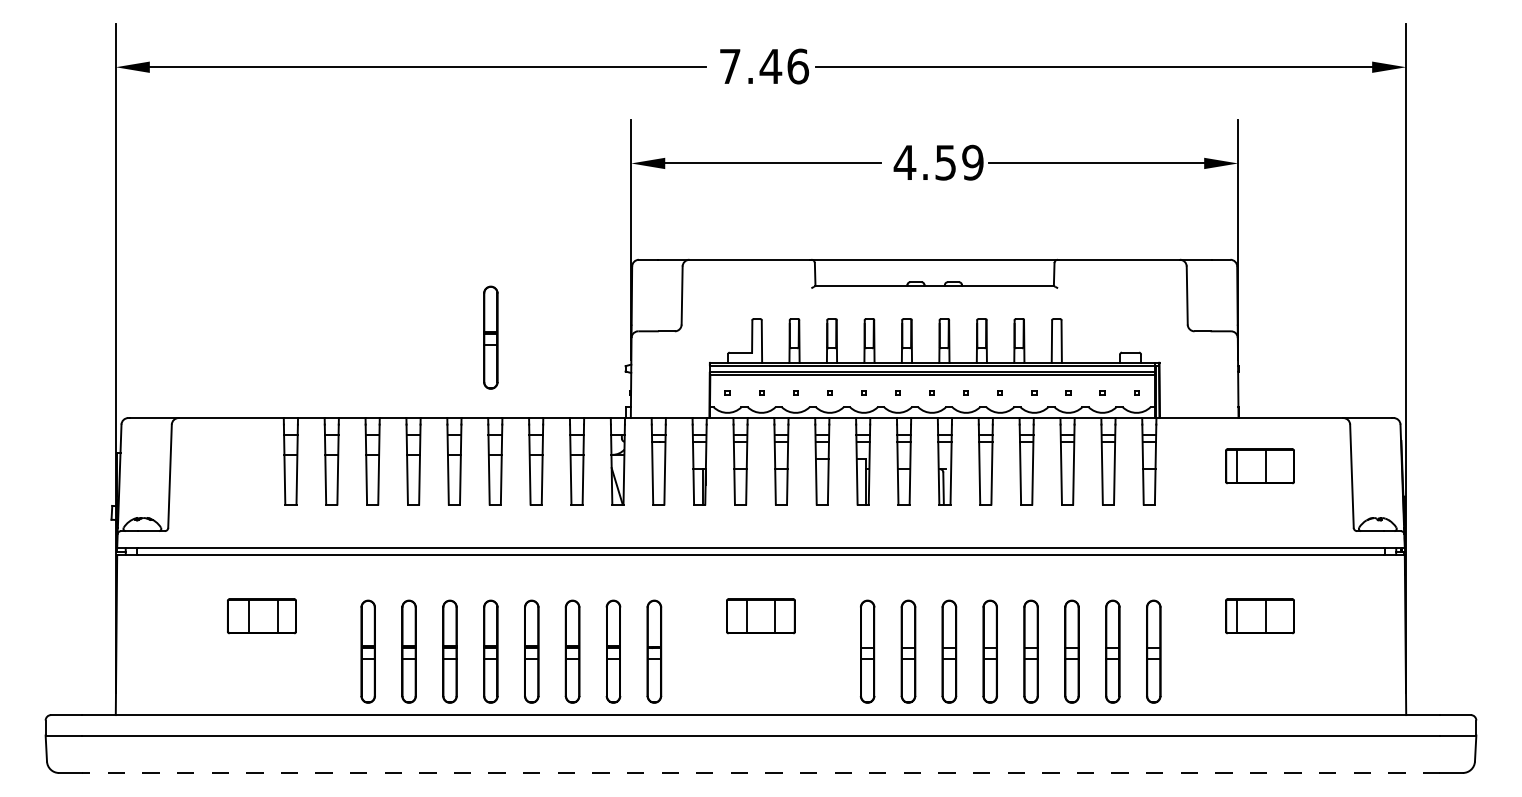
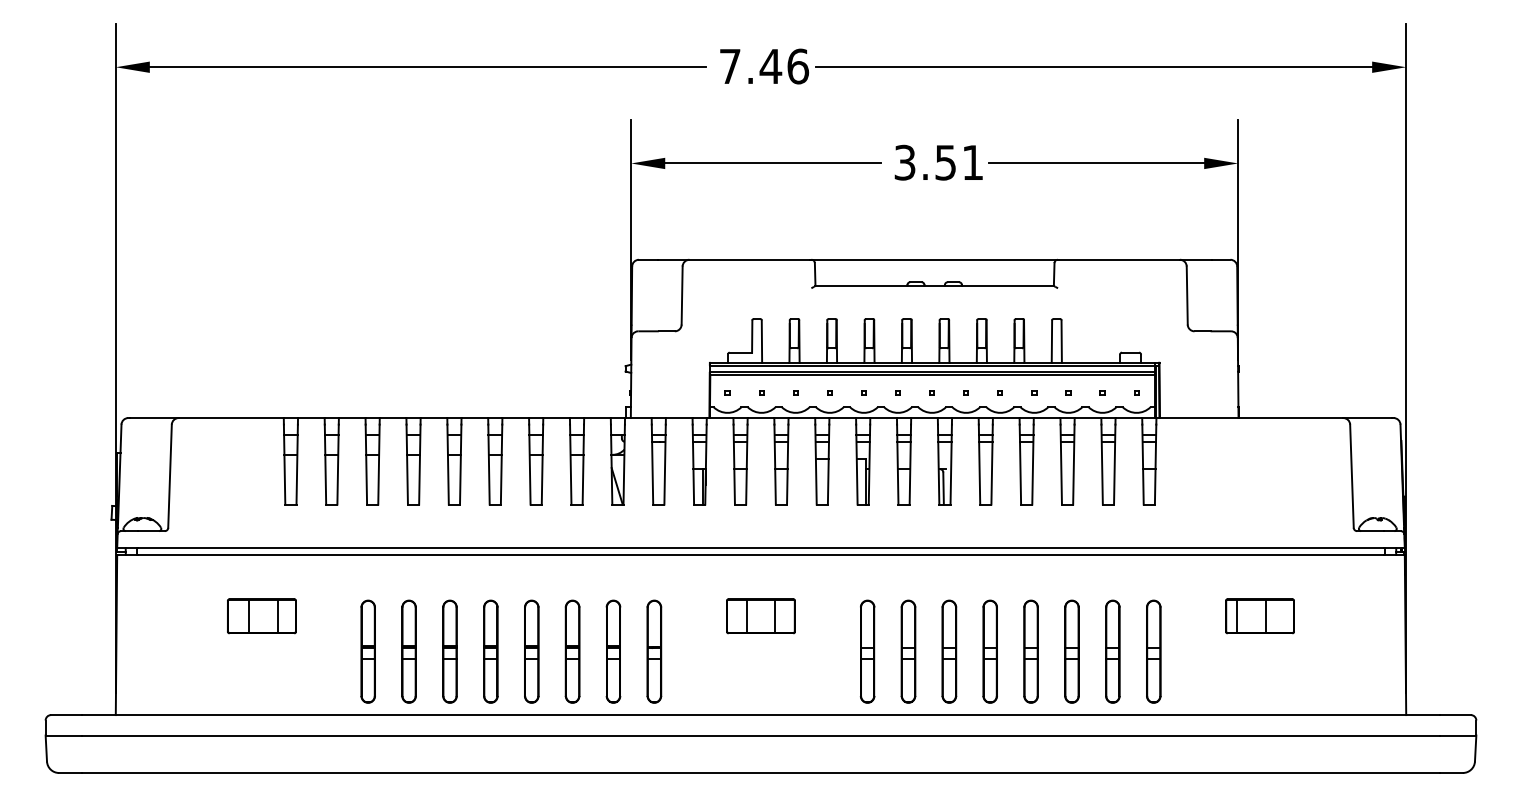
text at (938, 162): 4.59 -> 3.51
part at (490, 337): present -> none
part at (1259, 466): present -> none
line at (760, 773): dashed -> solid
